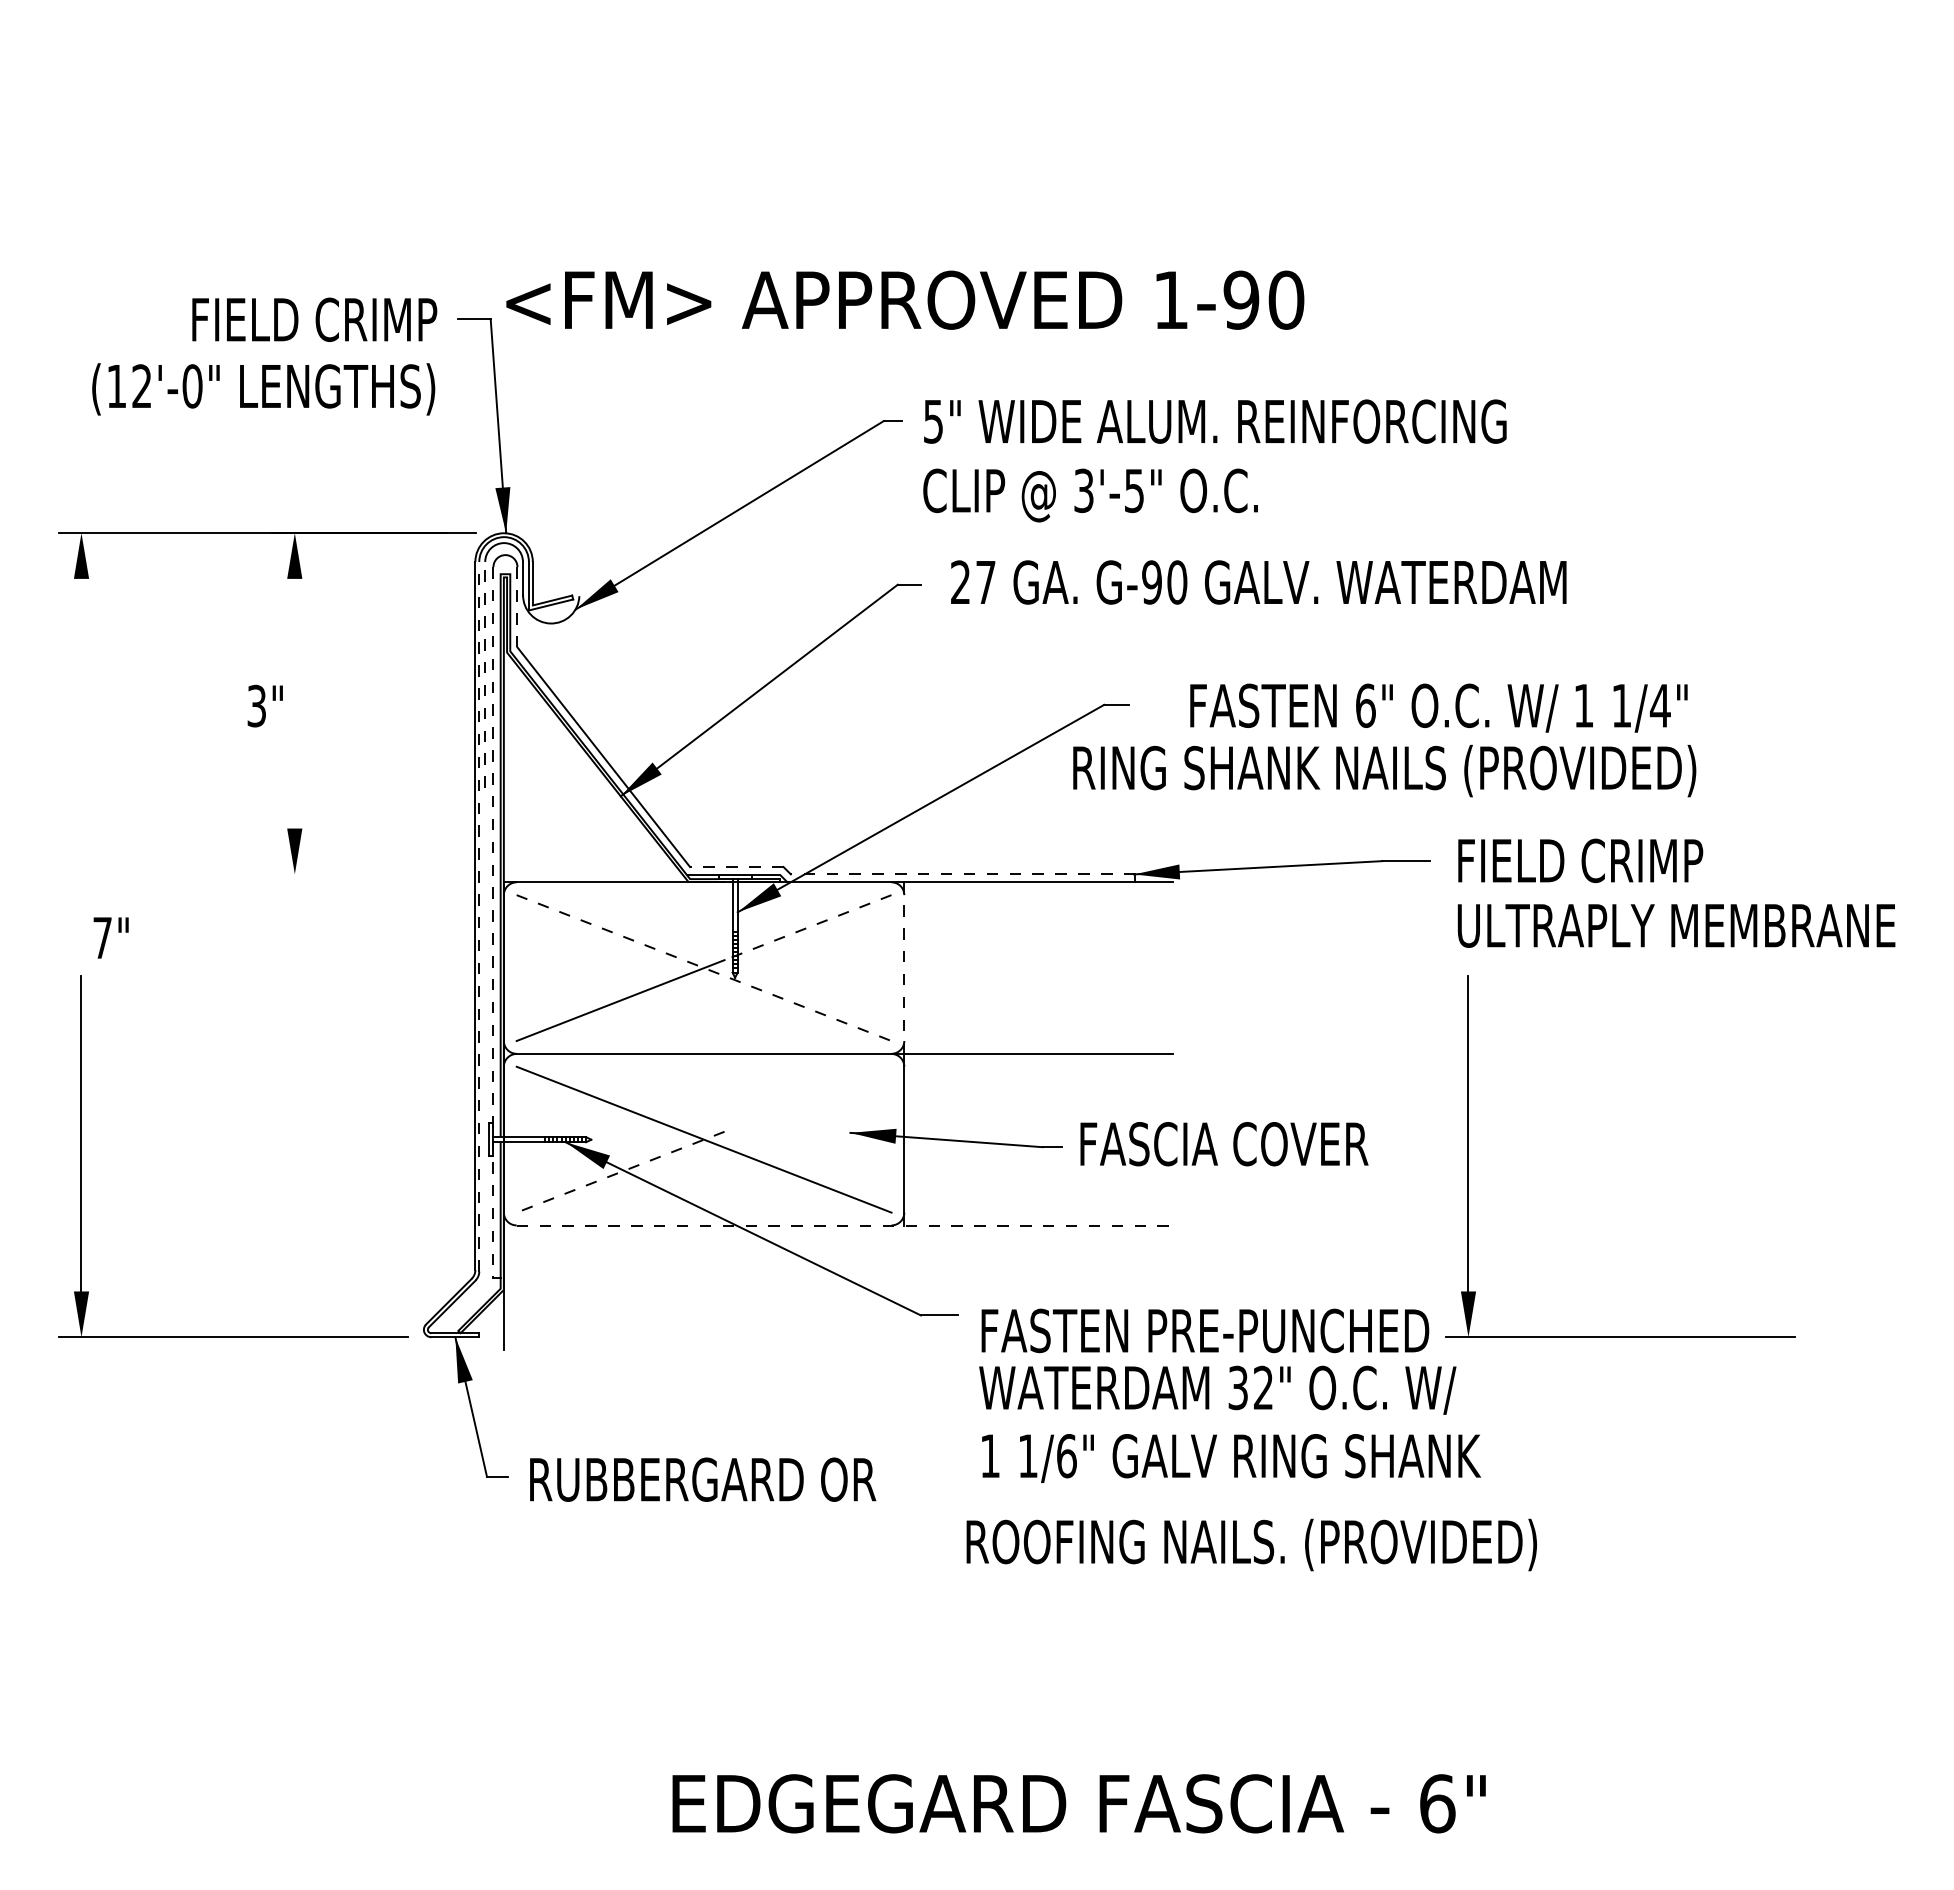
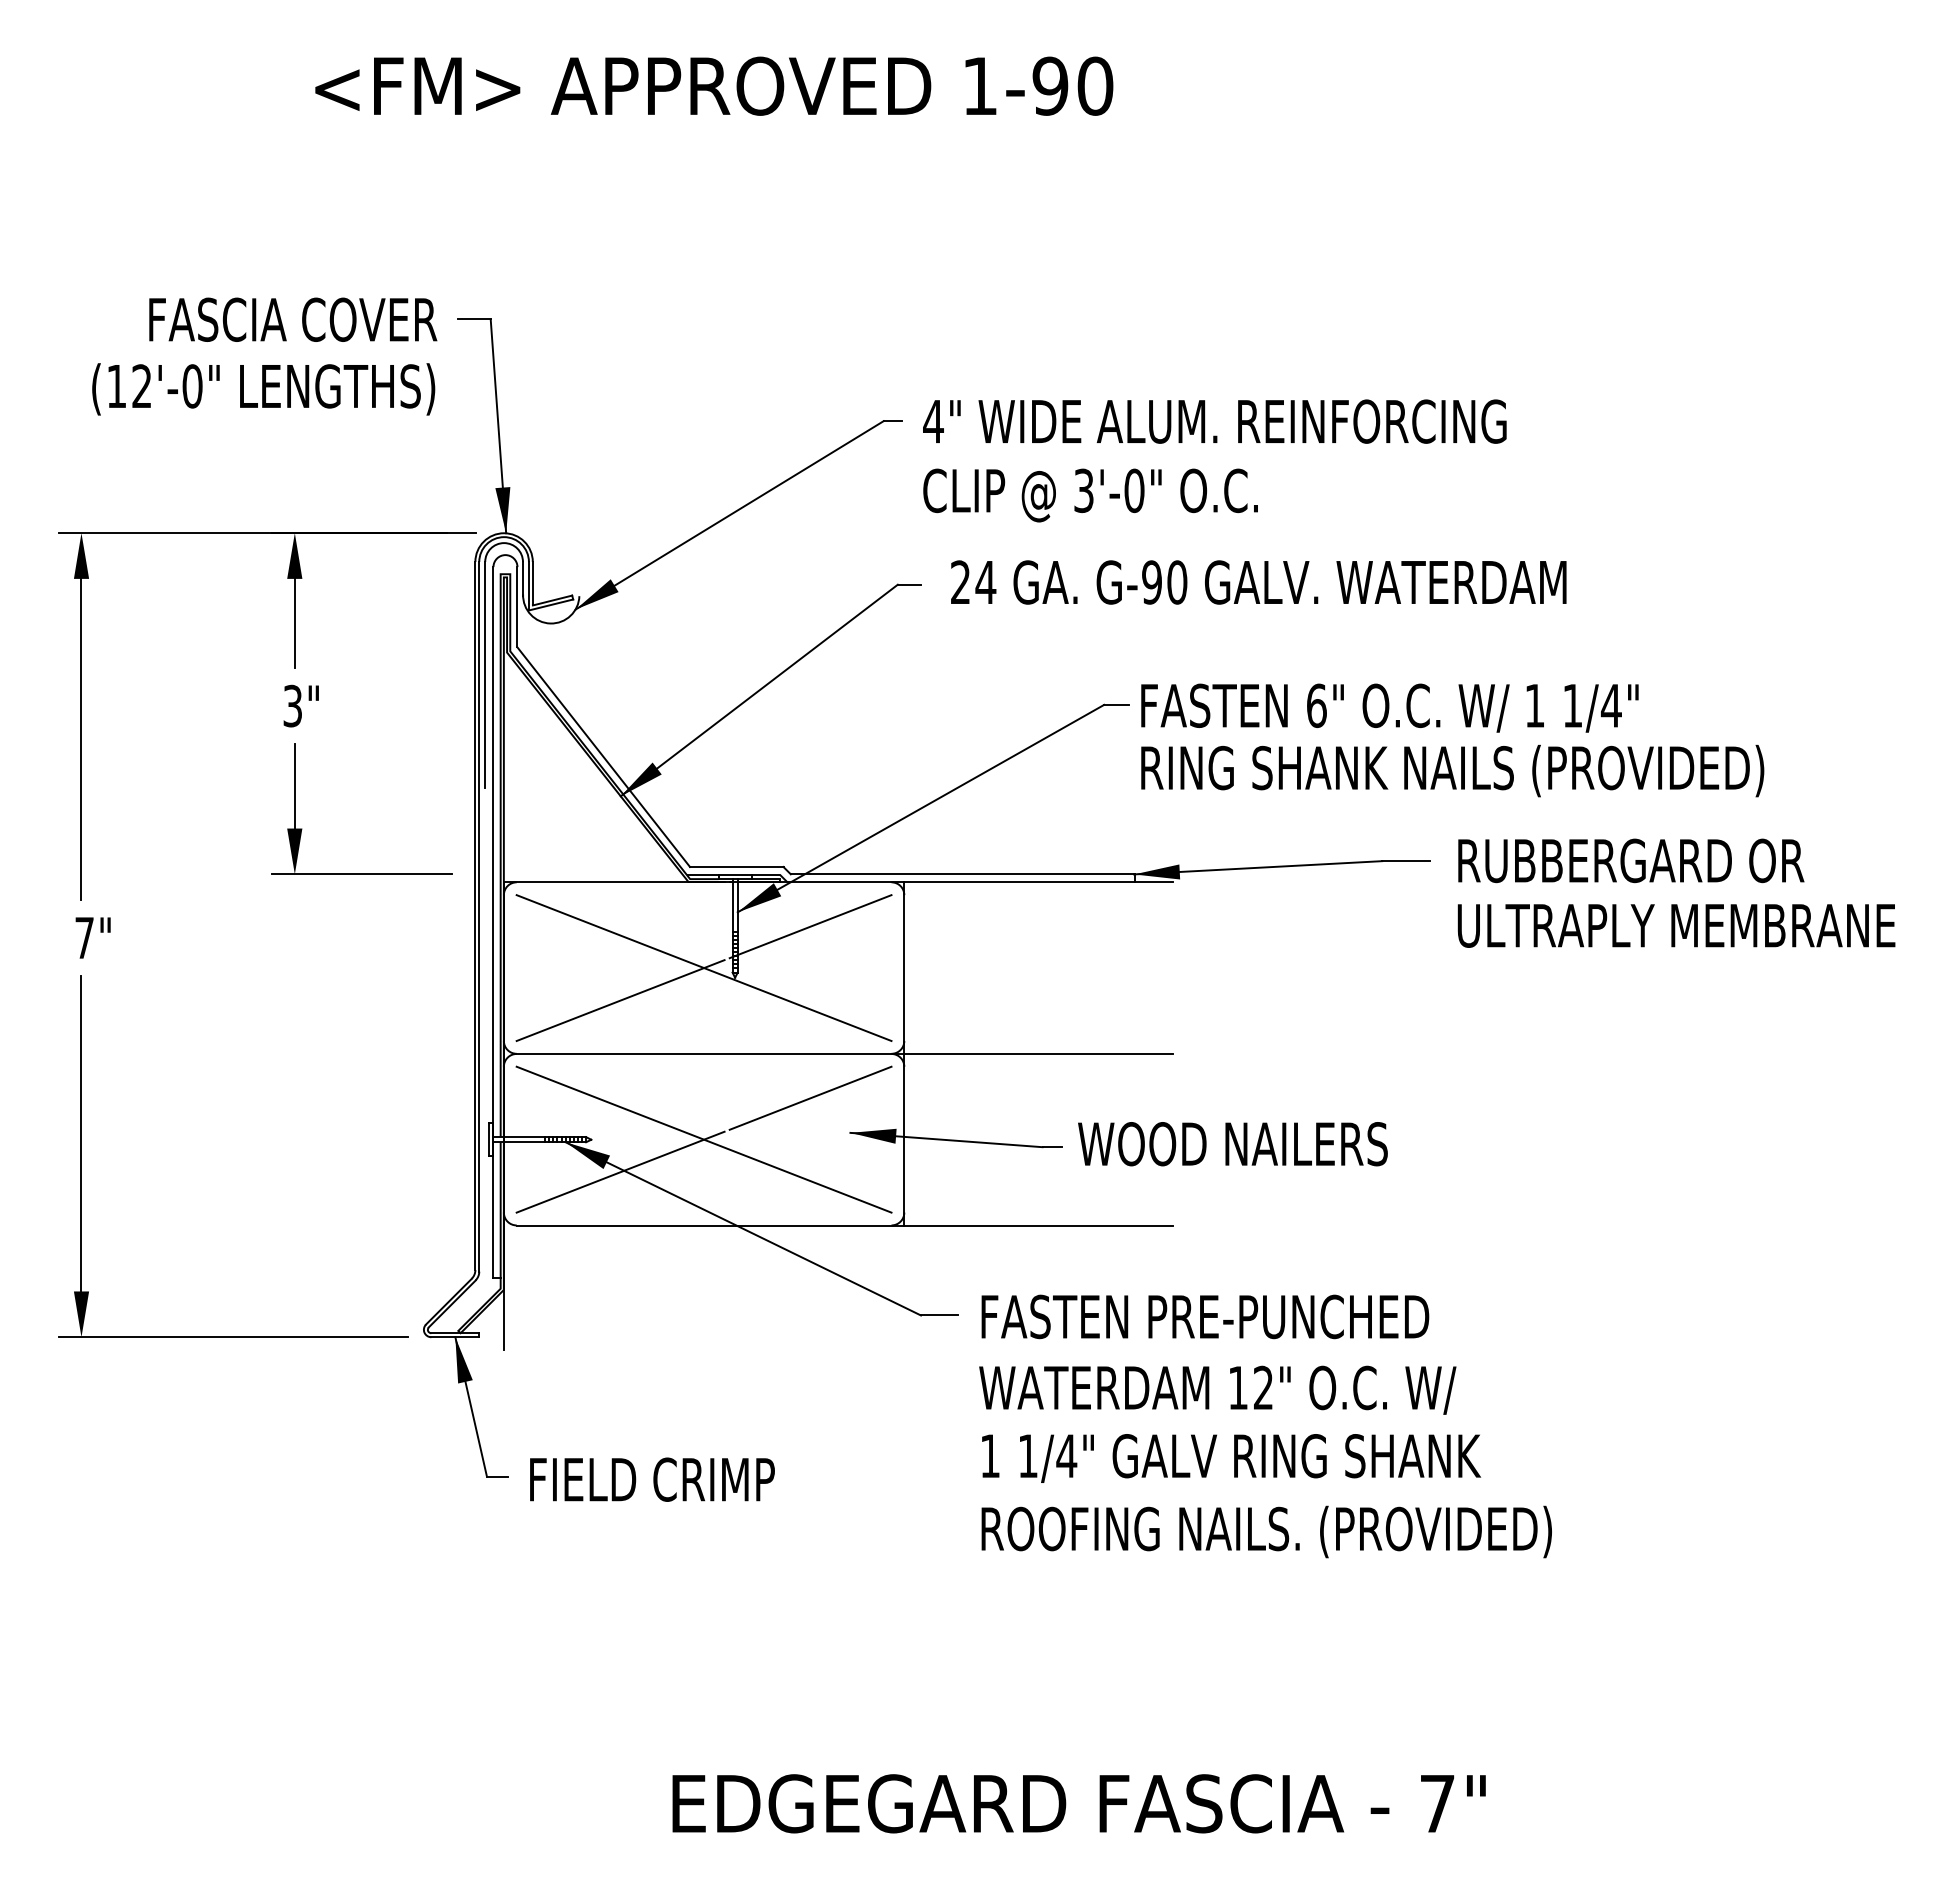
text at (905, 299) position: (905, 299) -> (714, 85)
text at (293, 319): FIELD CRIMP -> FASCIA COVER
text at (933, 421): 5" -> 4"
text at (1134, 490): 3'-5" -> 3'-0"
text at (985, 582): 27 -> 24
line at (517, 606): dashed -> solid
line at (294, 622): none -> present
line at (485, 674): dashed -> solid
text at (264, 705) position: (264, 705) -> (300, 705)
text at (1438, 707) position: (1438, 707) -> (1389, 707)
line at (81, 738): none -> present
text at (1384, 770) position: (1384, 770) -> (1452, 770)
line at (294, 786): none -> present
text at (1633, 860): FIELD CRIMP -> RUBBERGARD OR
line at (736, 866): dashed -> solid
line at (361, 874): none -> present
line at (962, 874): dashed -> solid
line at (479, 916): dashed -> solid
line at (493, 922): dashed -> solid
line at (810, 926): dashed -> solid
text at (110, 937) position: (110, 937) -> (92, 937)
line at (704, 968): dashed -> solid
line at (904, 968): dashed -> solid
line at (810, 1097): none -> present
text at (1232, 1144): FASCIA COVER -> WOOD NAILERS
part at (1468, 1156): present -> none
line at (620, 1172): dashed -> solid
line at (845, 1225): dashed -> solid
text at (1205, 1330) position: (1205, 1330) -> (1205, 1316)
text at (1237, 1387): 32" -> 12"
text at (1066, 1456): 1/6" -> 1/4"
text at (705, 1479): RUBBERGARD OR -> FIELD CRIMP
text at (1251, 1544) position: (1251, 1544) -> (1266, 1531)
text at (1437, 1803): 6" -> 7"
